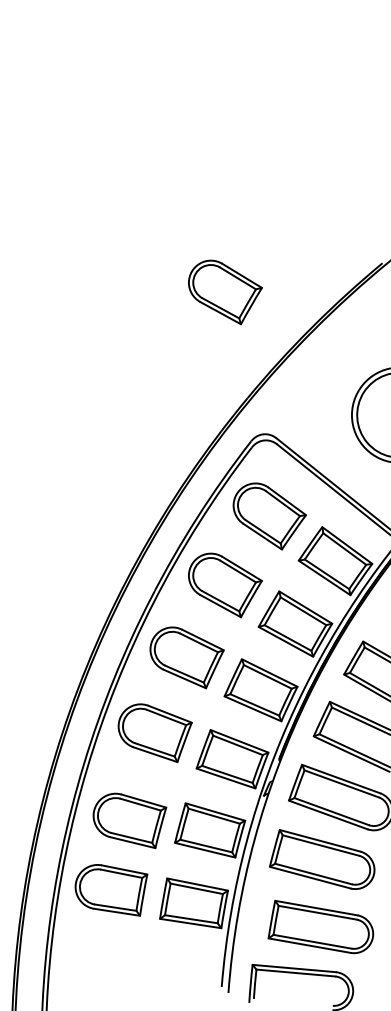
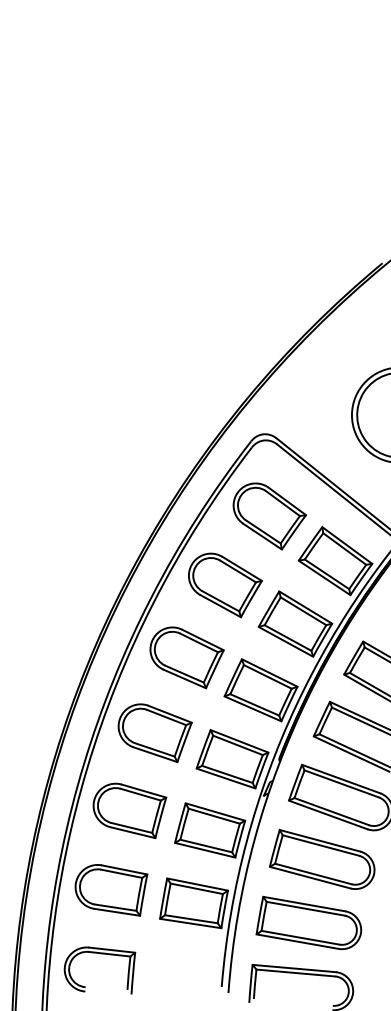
part at (225, 292): present -> none
part at (129, 820) position: (129, 820) -> (129, 810)
part at (320, 926) position: (320, 926) -> (308, 922)
part at (100, 954): none -> present
